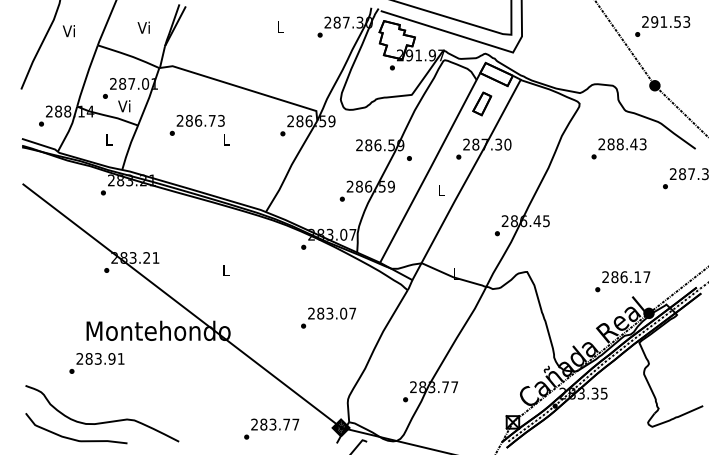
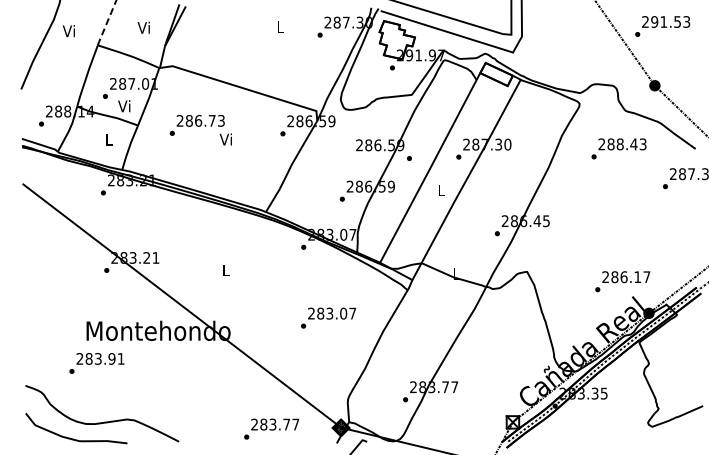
line at (107, 22): solid -> dashed
part at (482, 103): present -> none
text at (225, 139): L -> Vi
